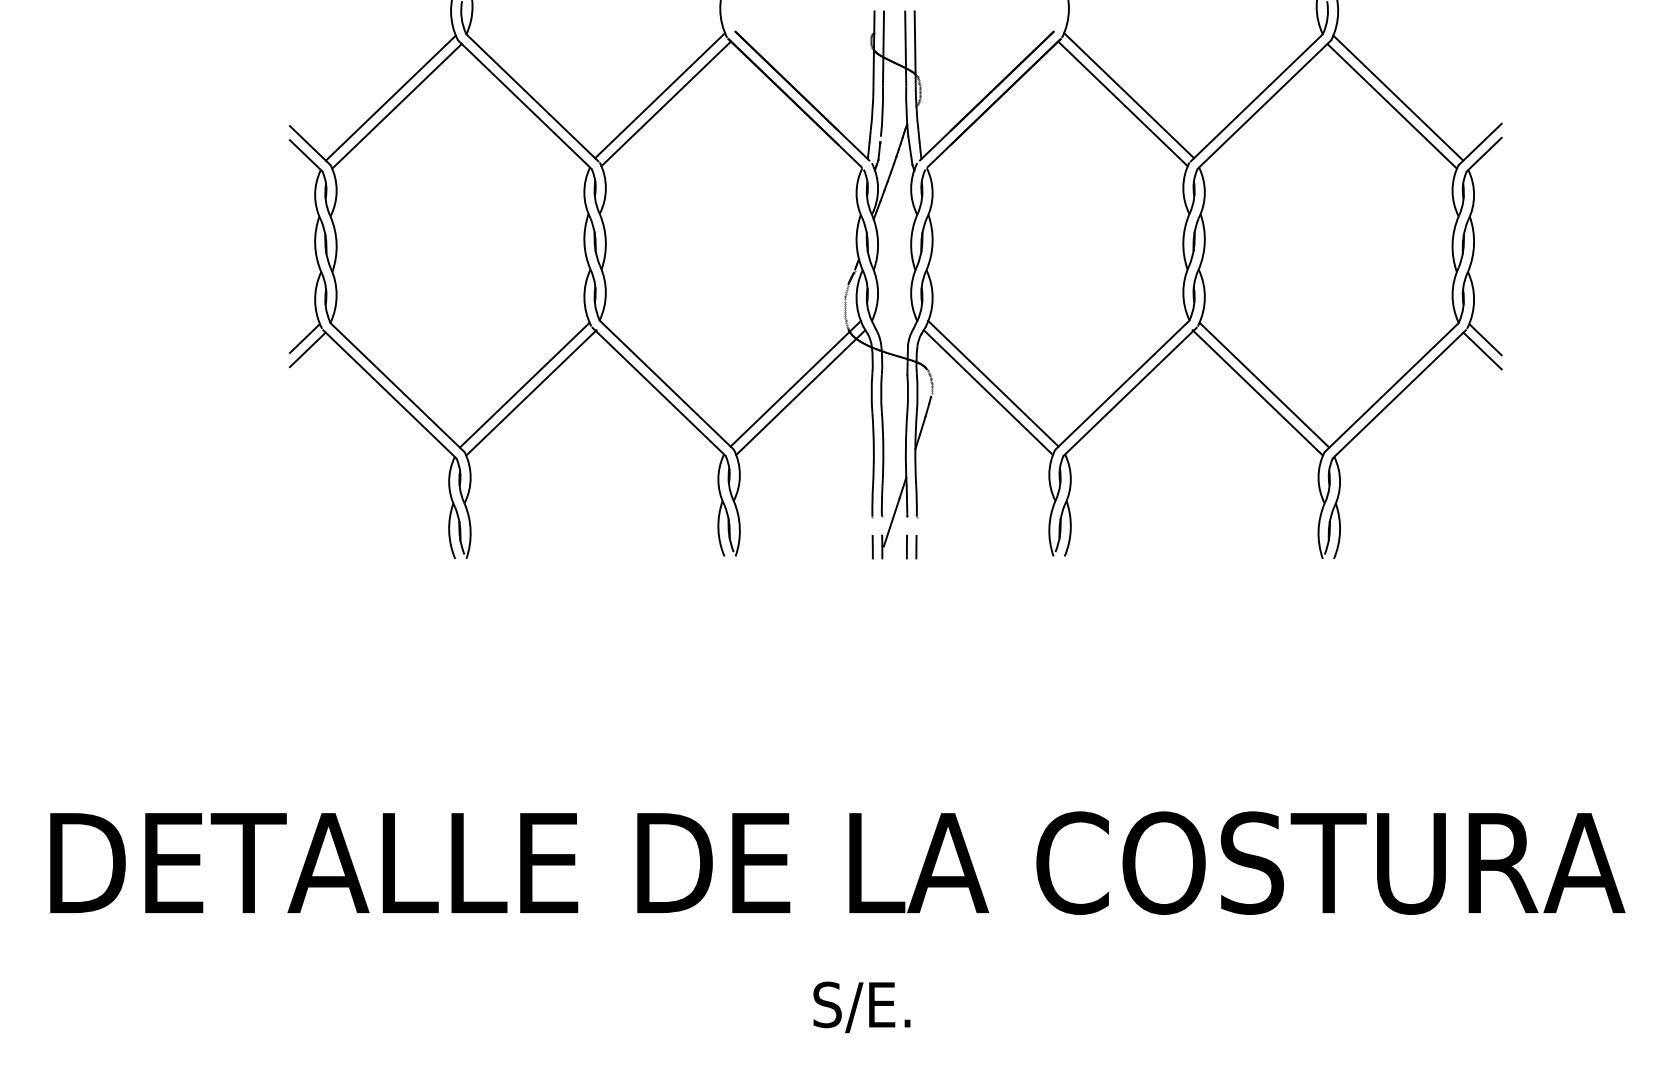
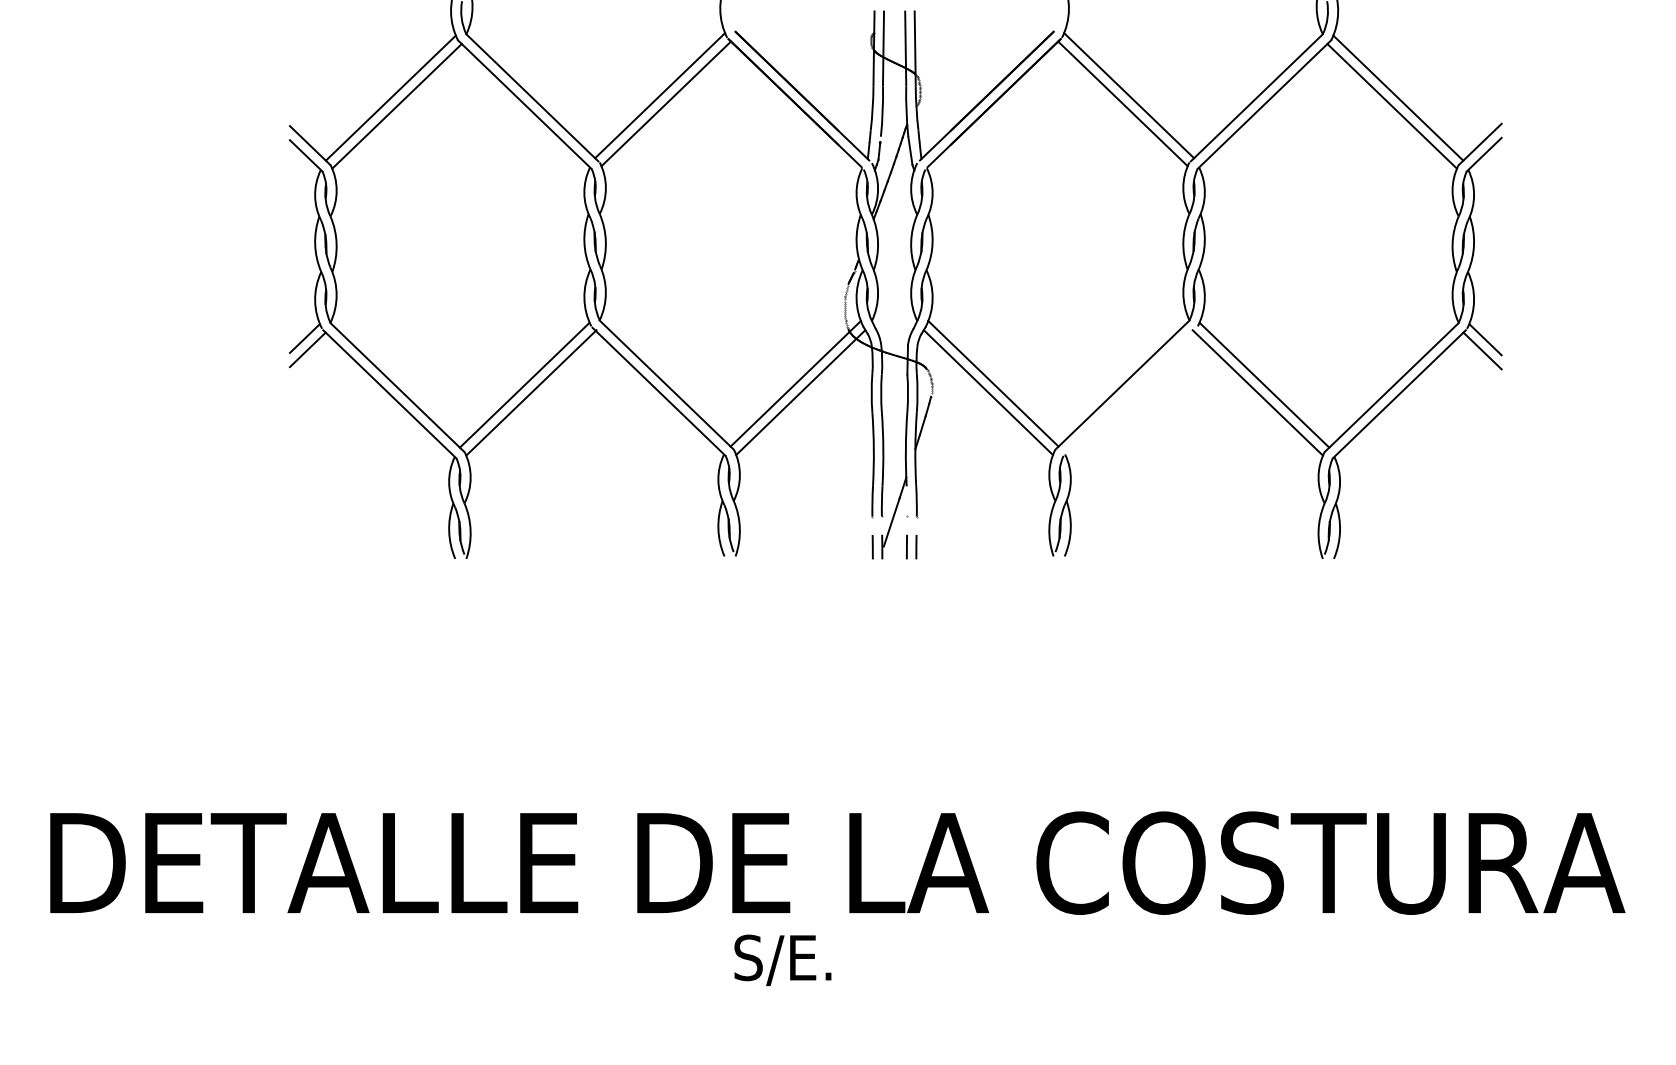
line at (1129, 391): present -> none
line at (906, 501): present -> none
text at (861, 1007) position: (861, 1007) -> (782, 960)
